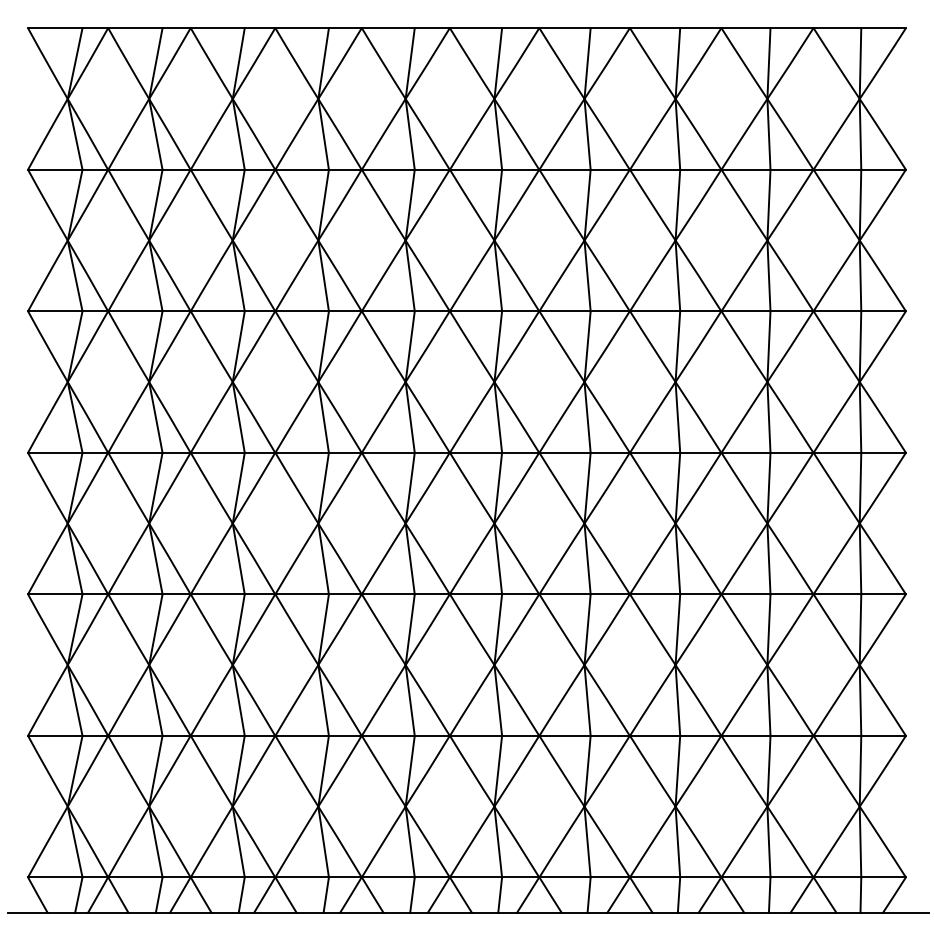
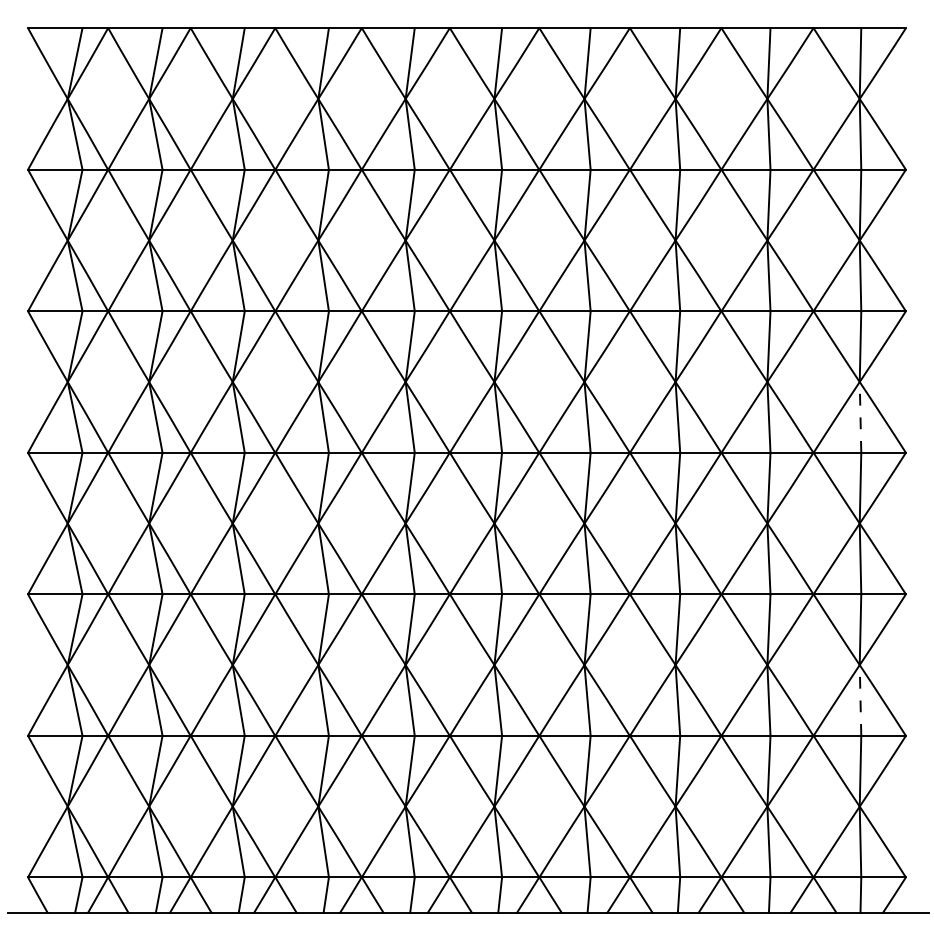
line at (860, 416): solid -> dashed
line at (860, 699): solid -> dashed
